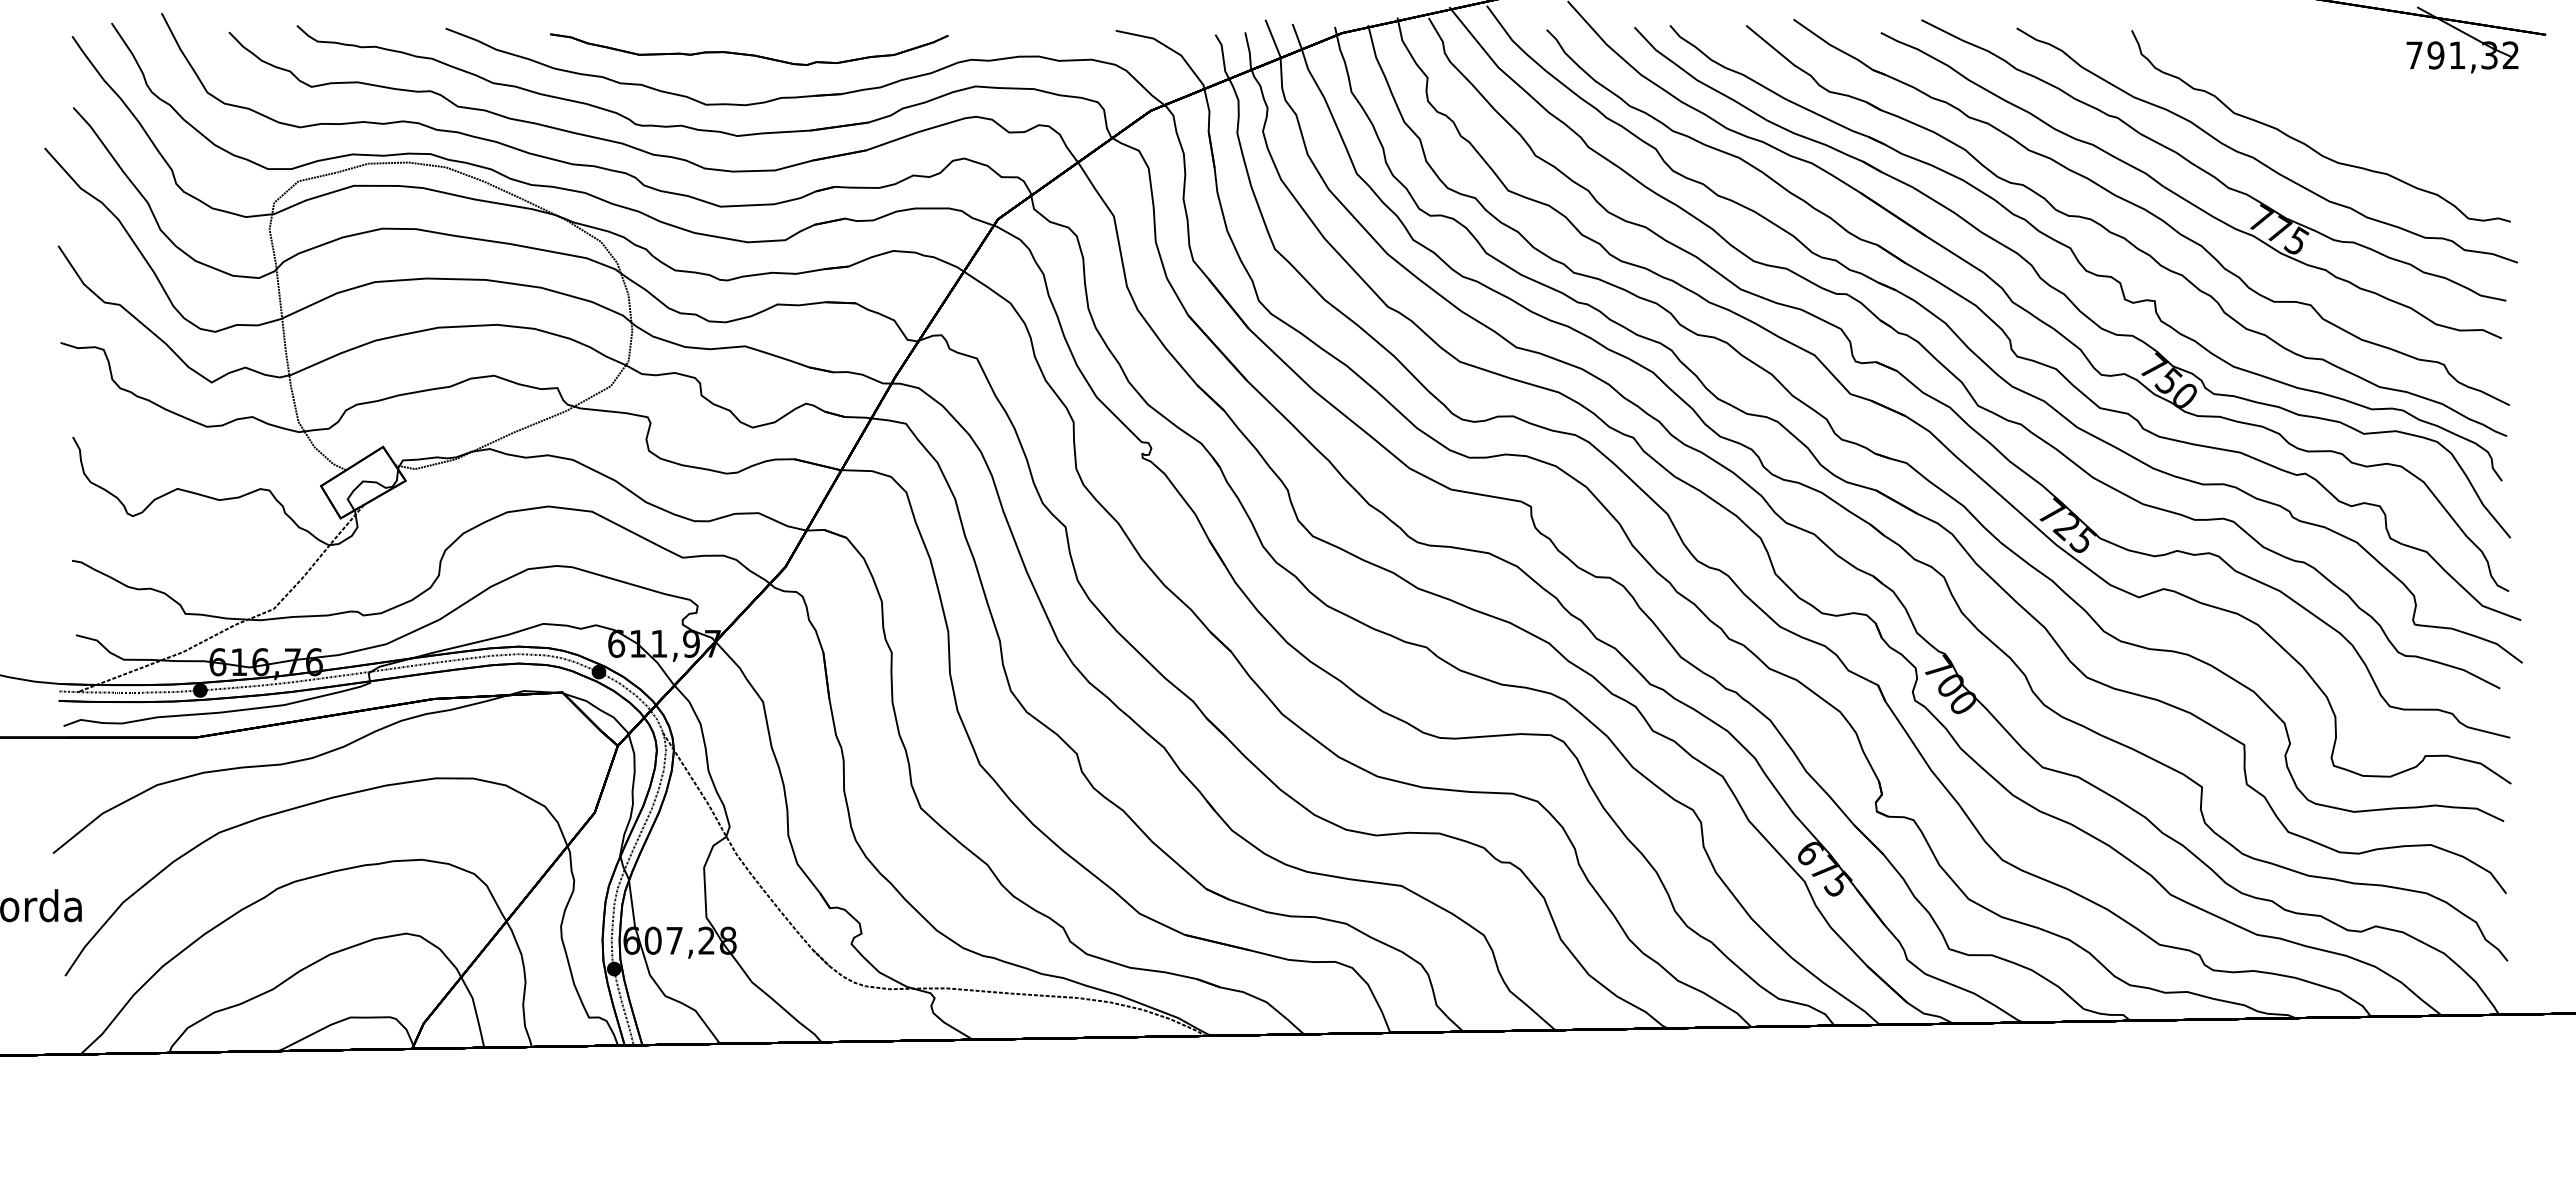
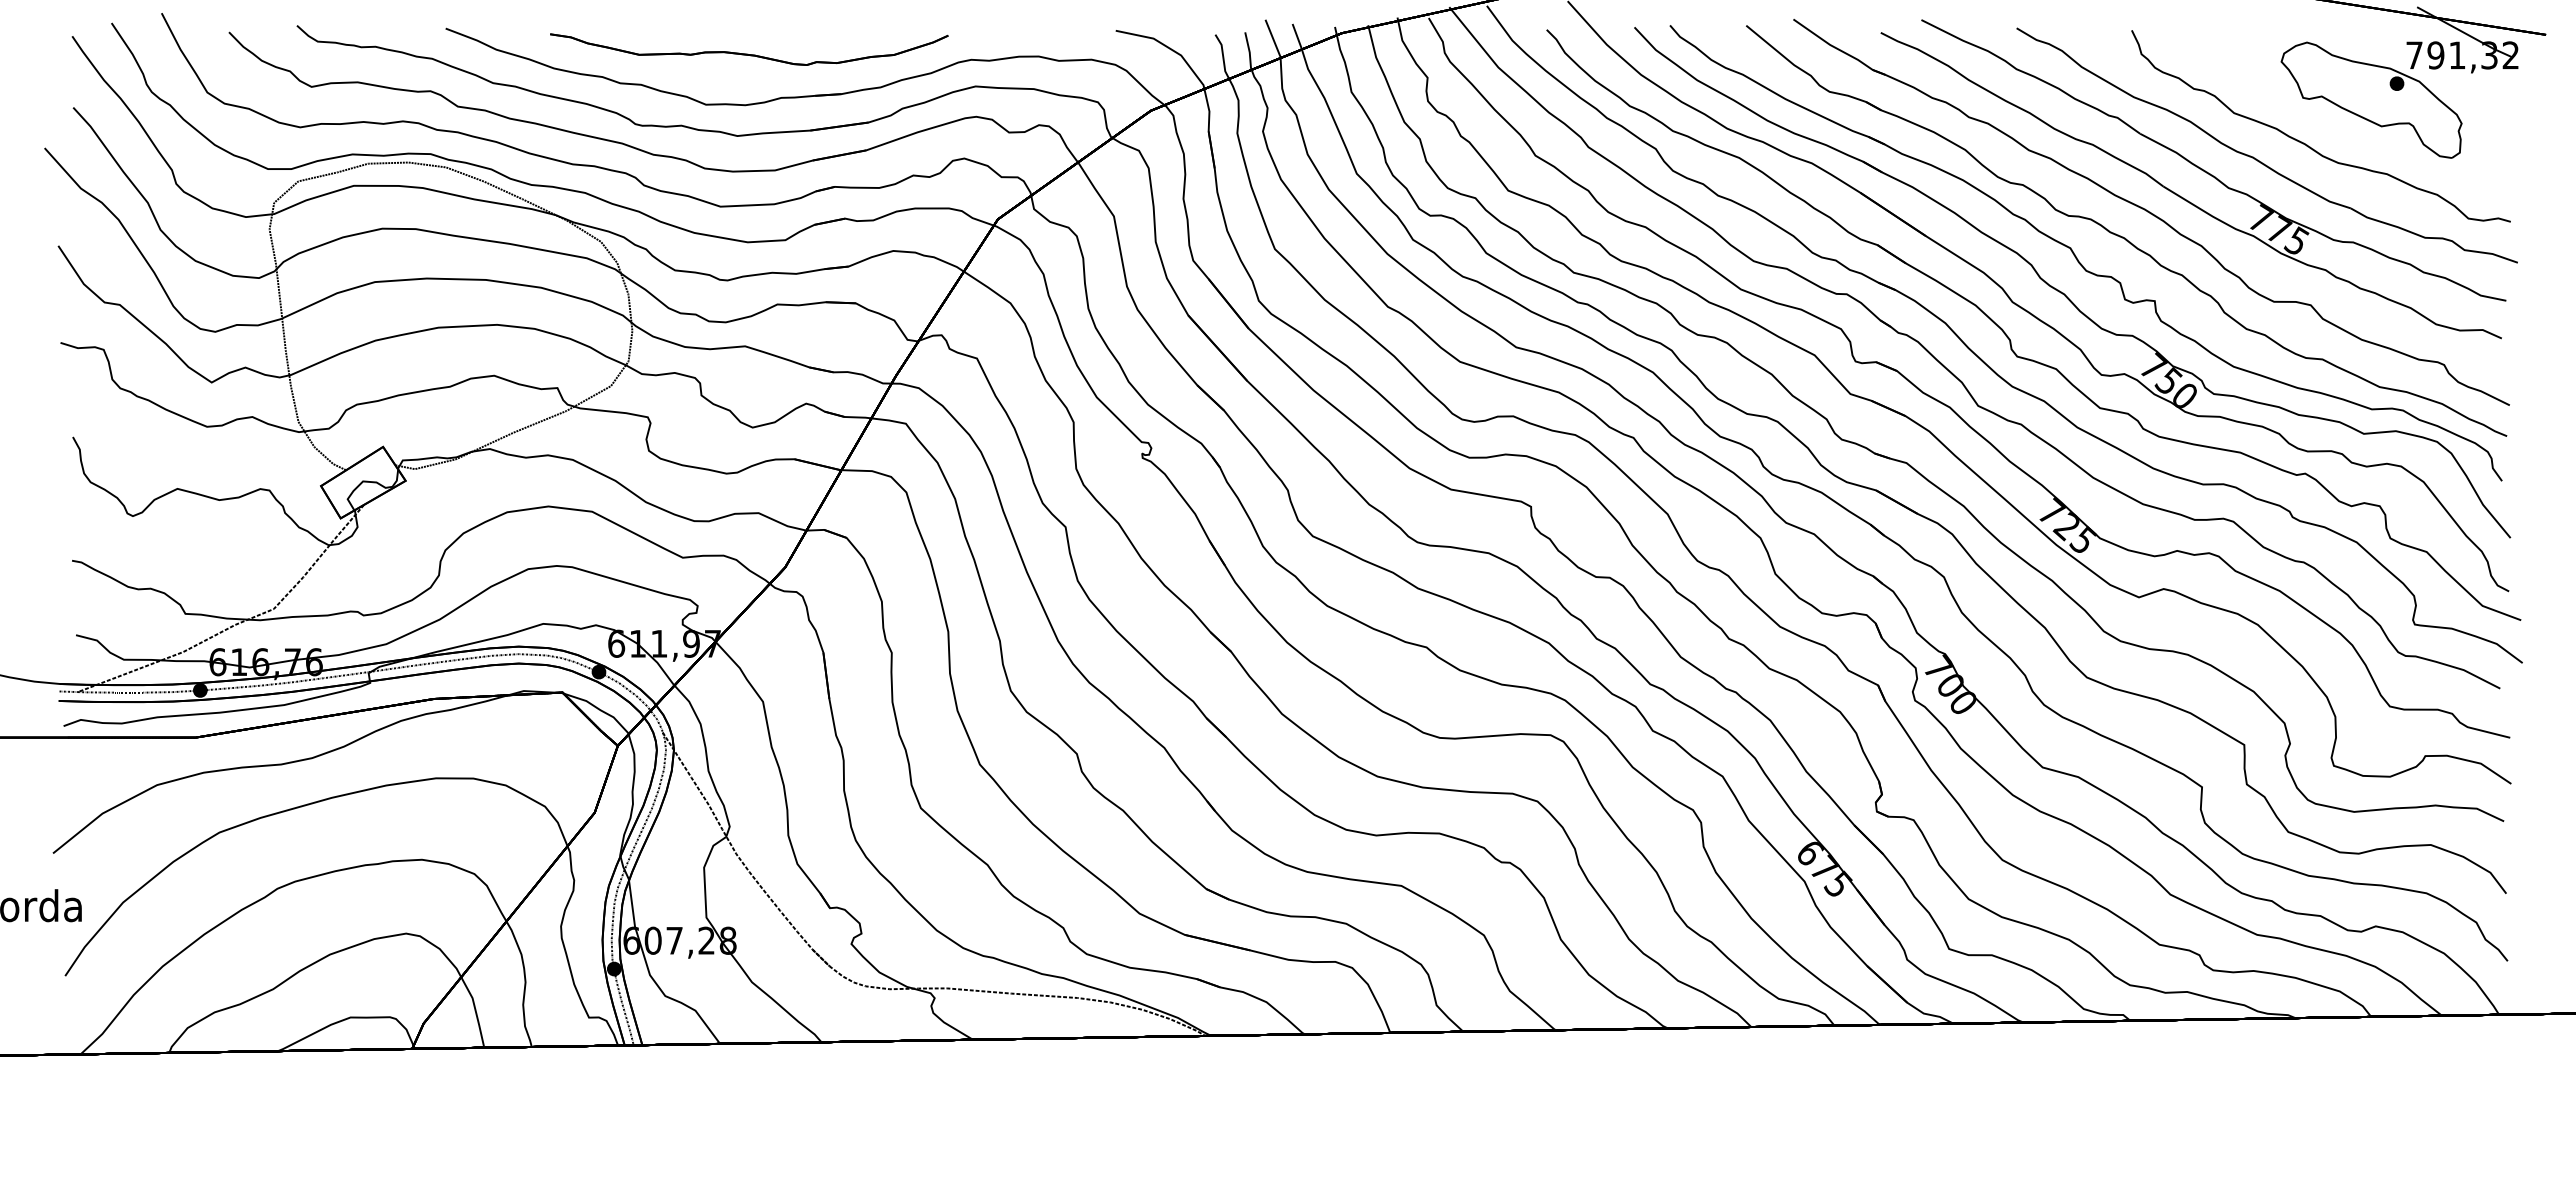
part at (2371, 99): none -> present
